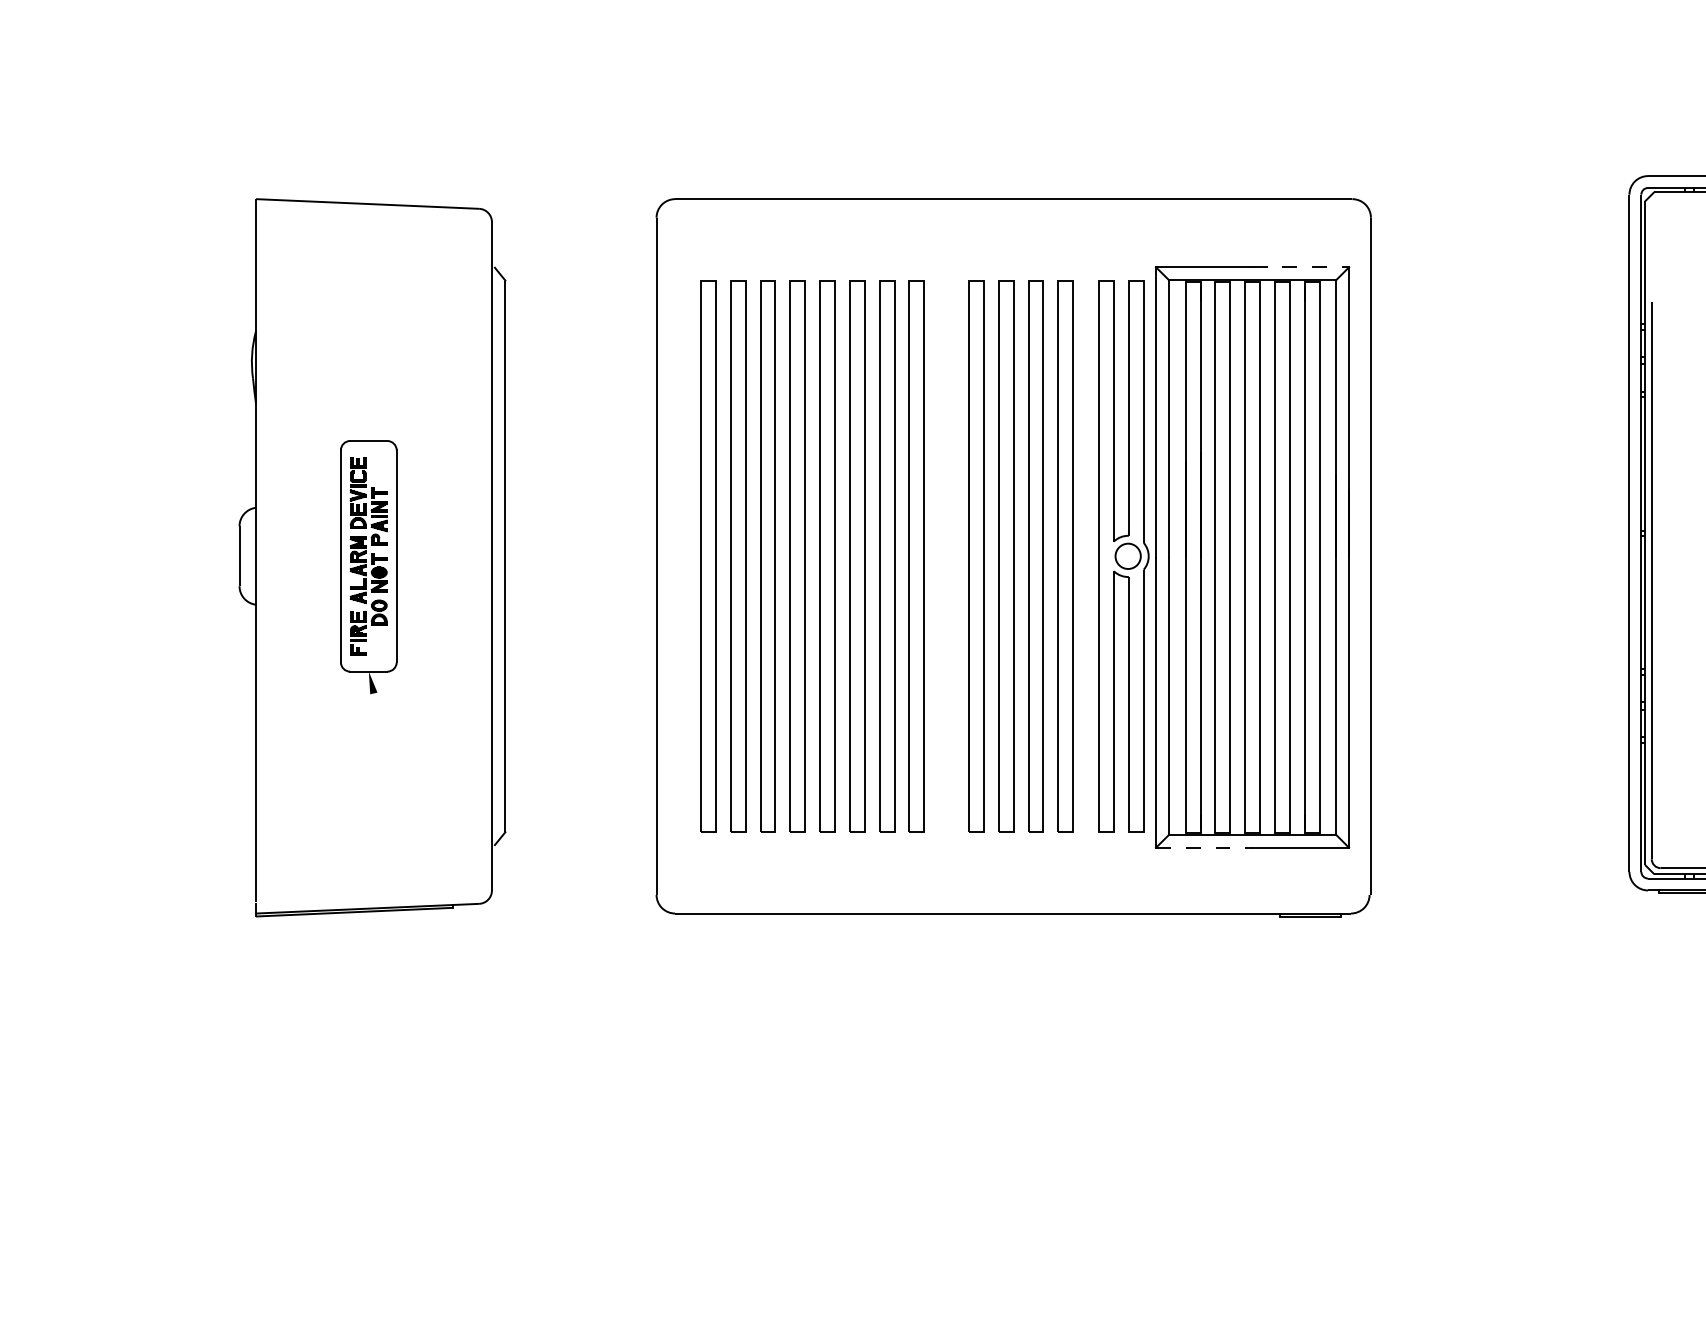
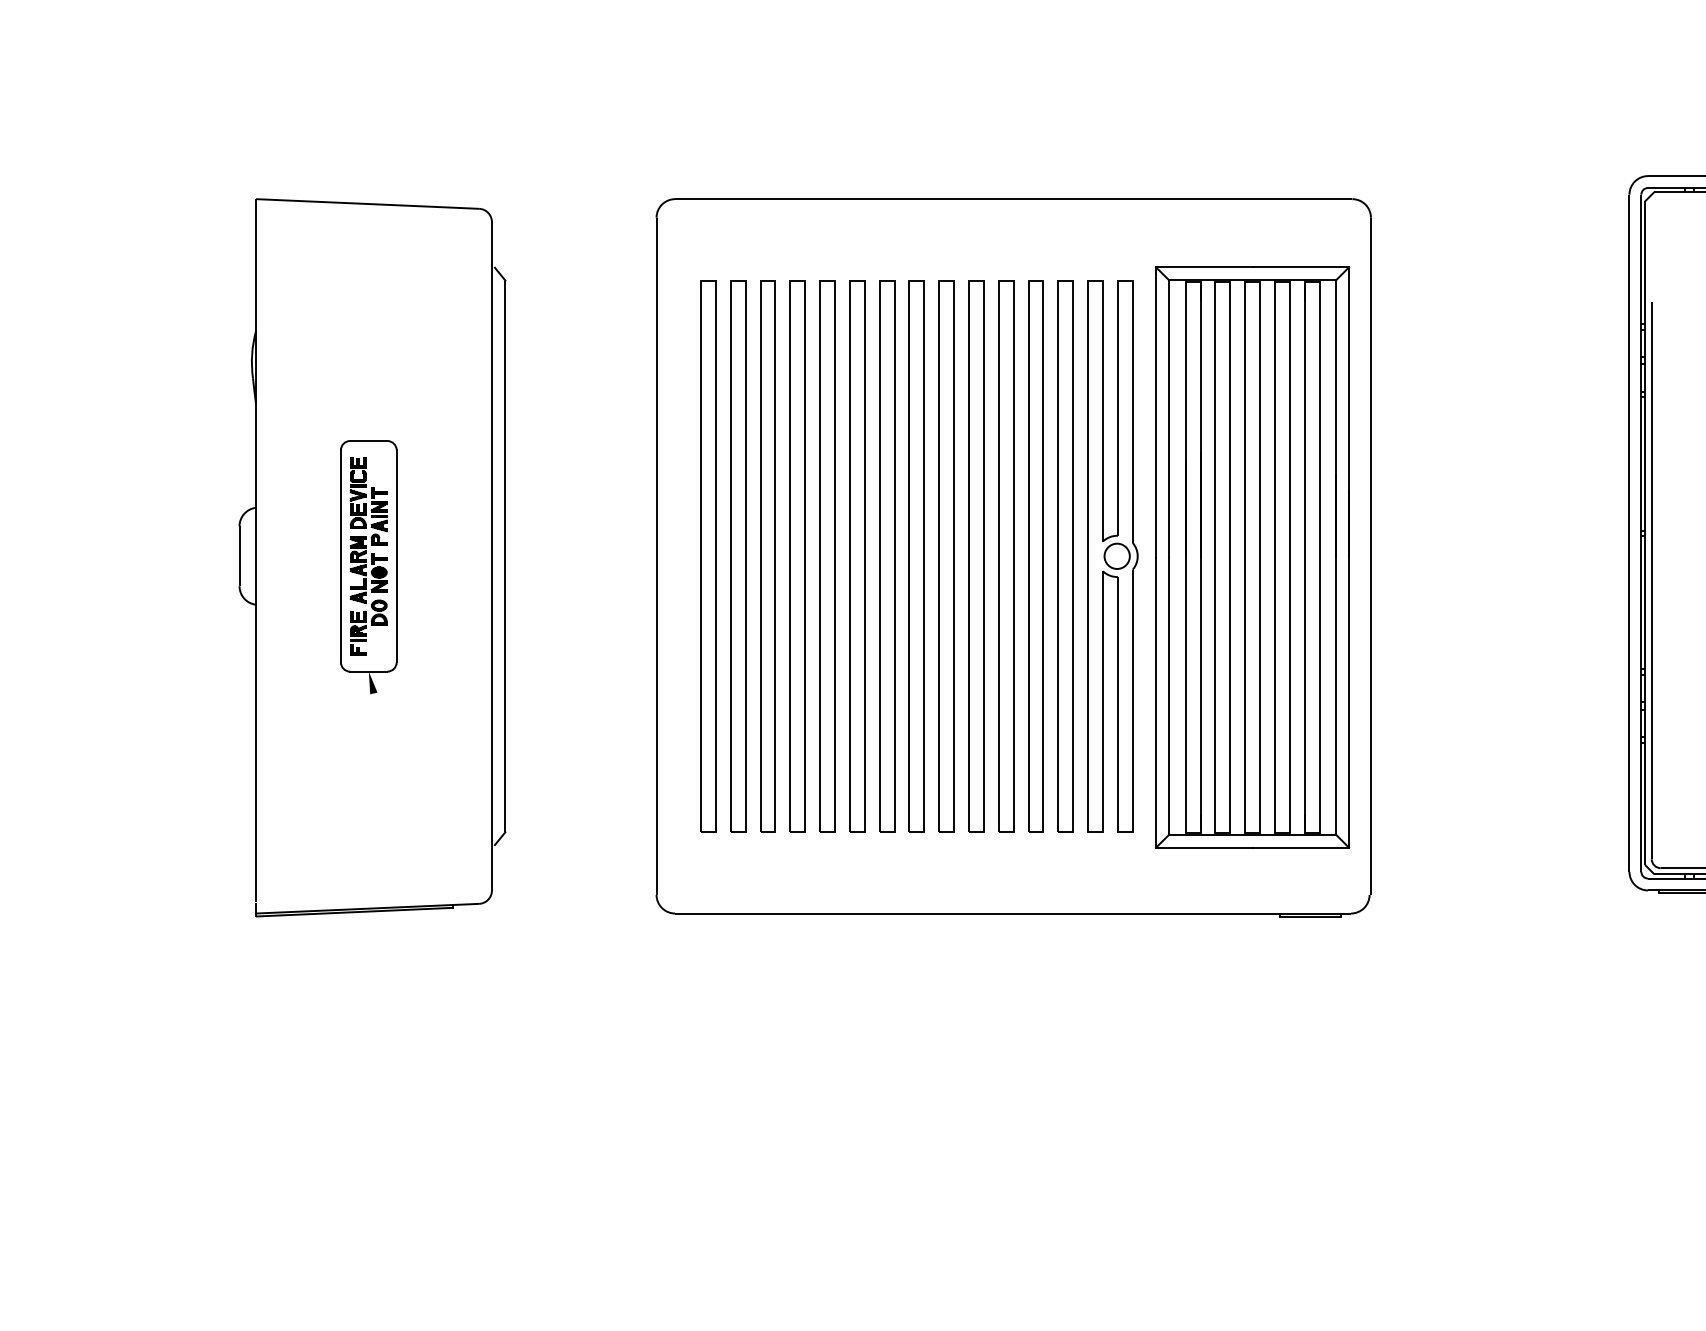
line at (1301, 267): dashed -> solid
part at (946, 556): none -> present
part at (1123, 556) position: (1123, 556) -> (1112, 556)
line at (1204, 847): dashed -> solid
